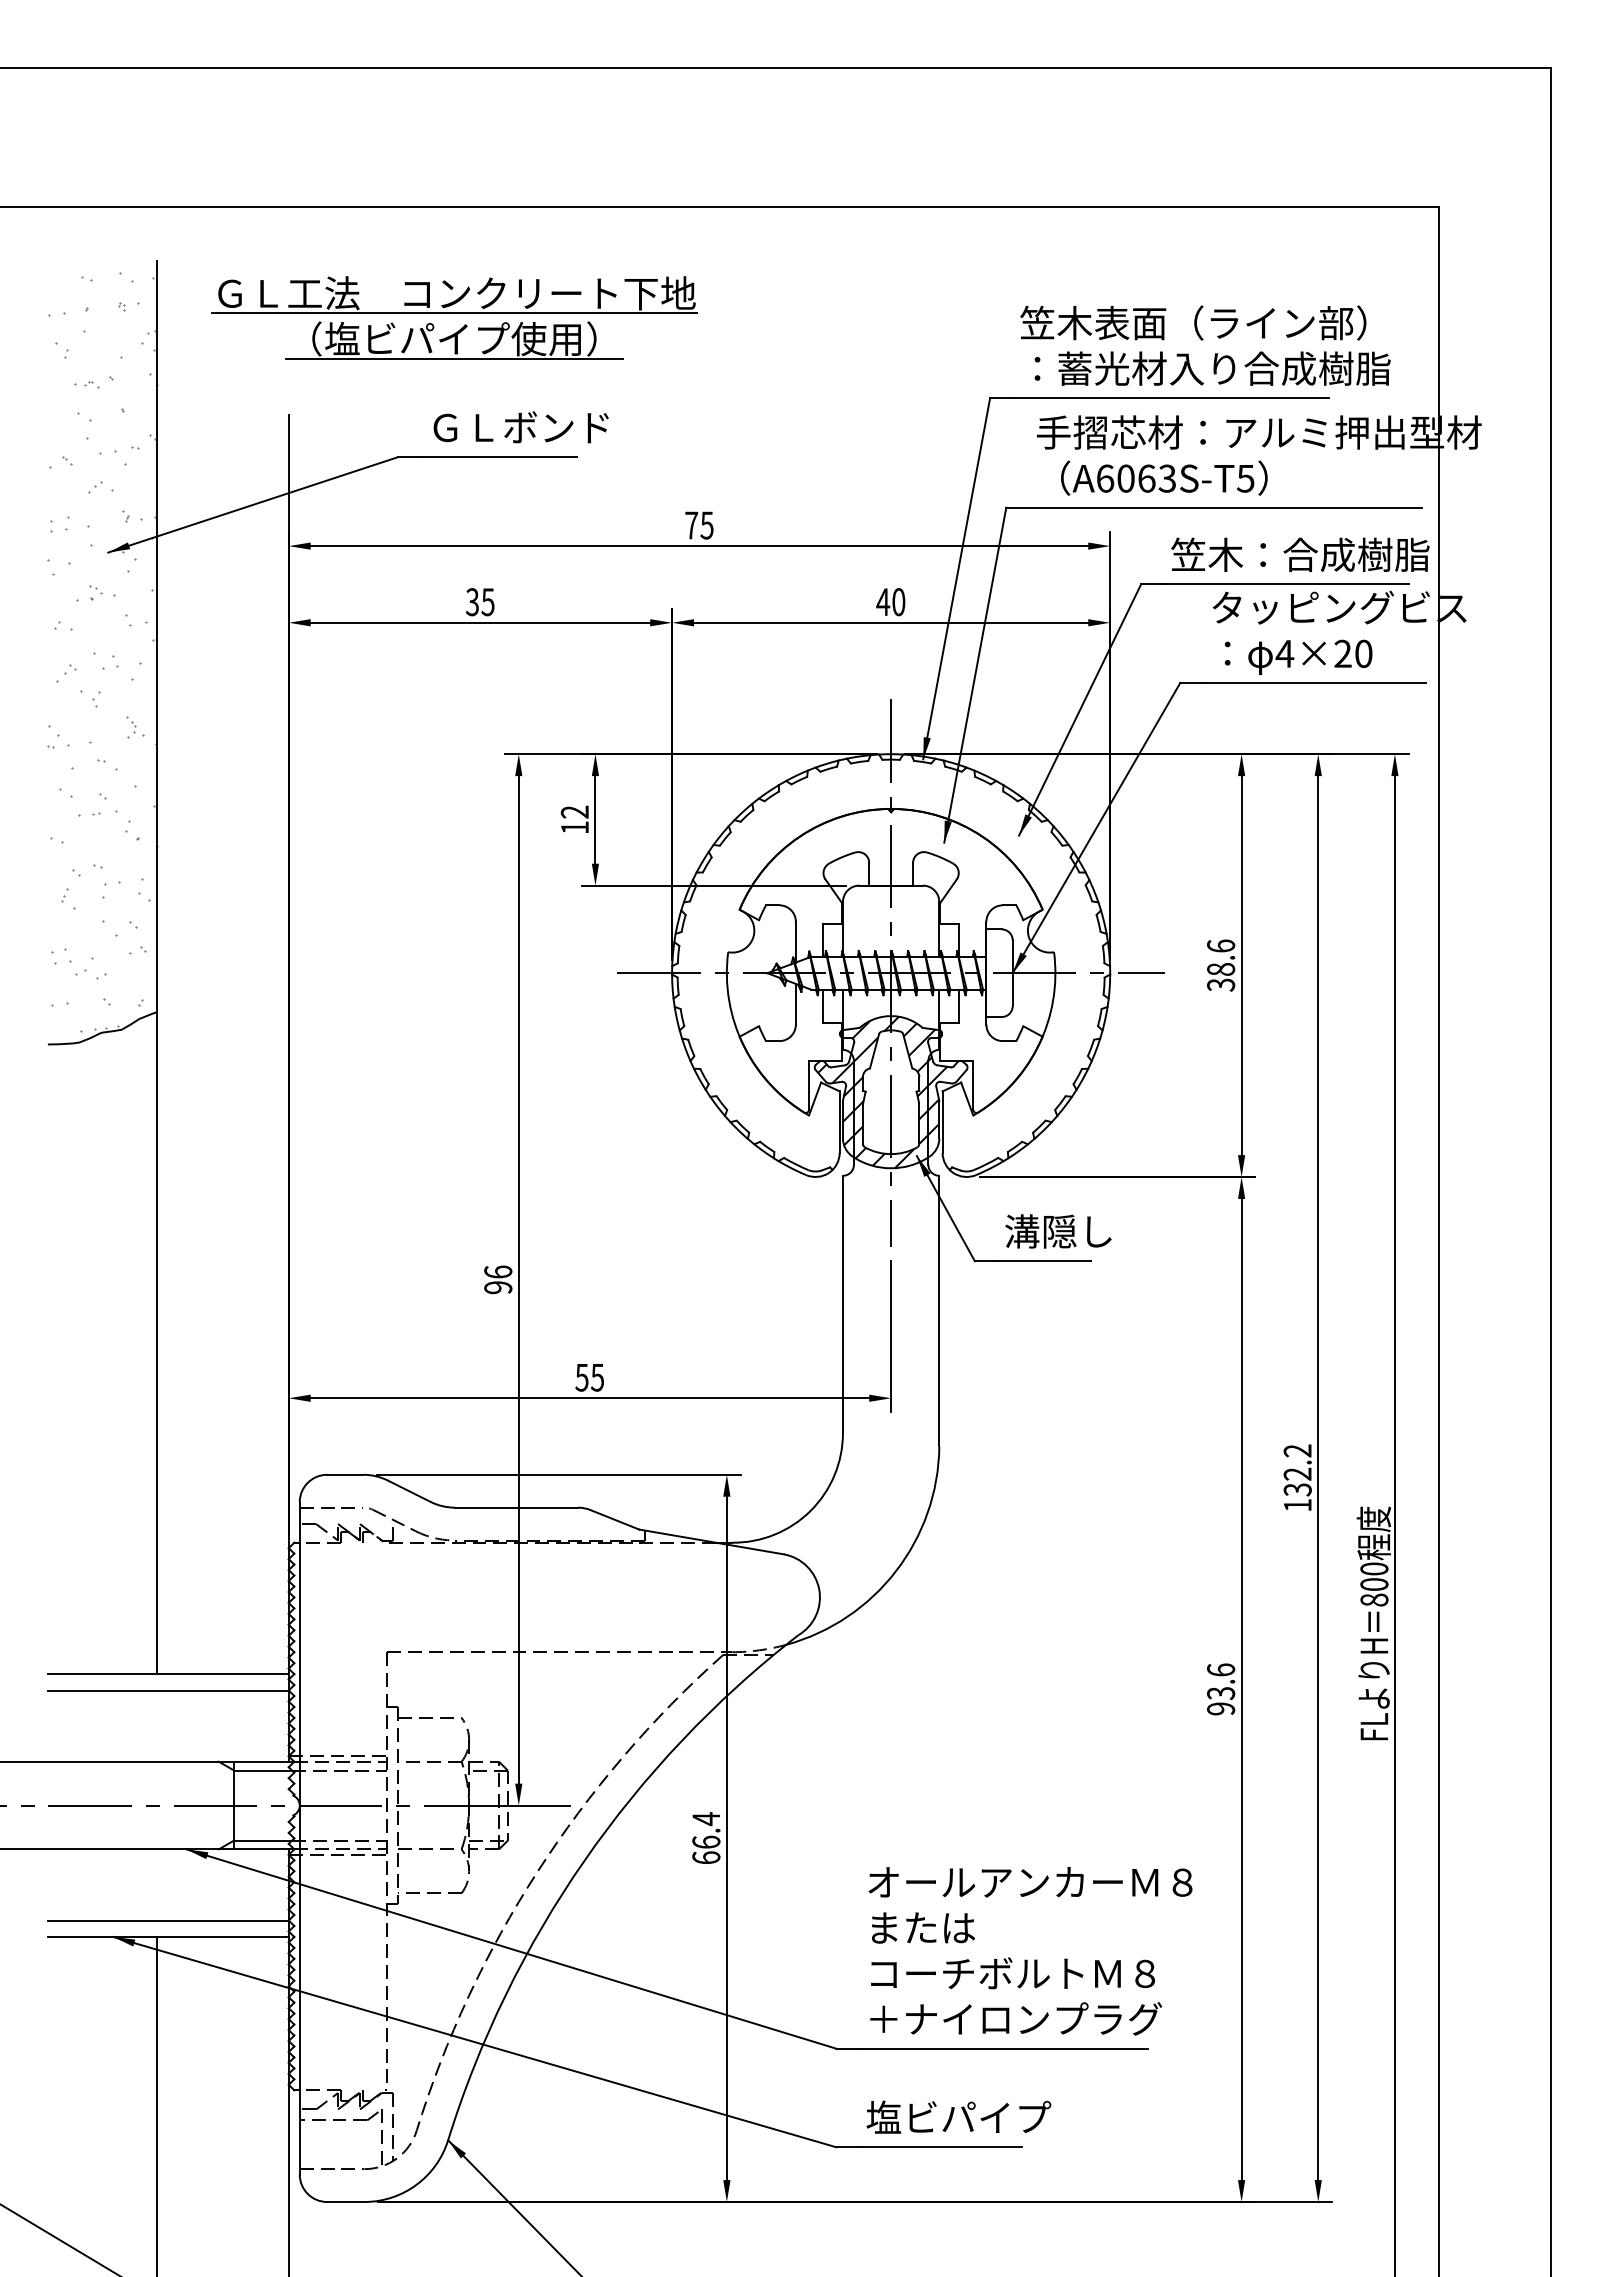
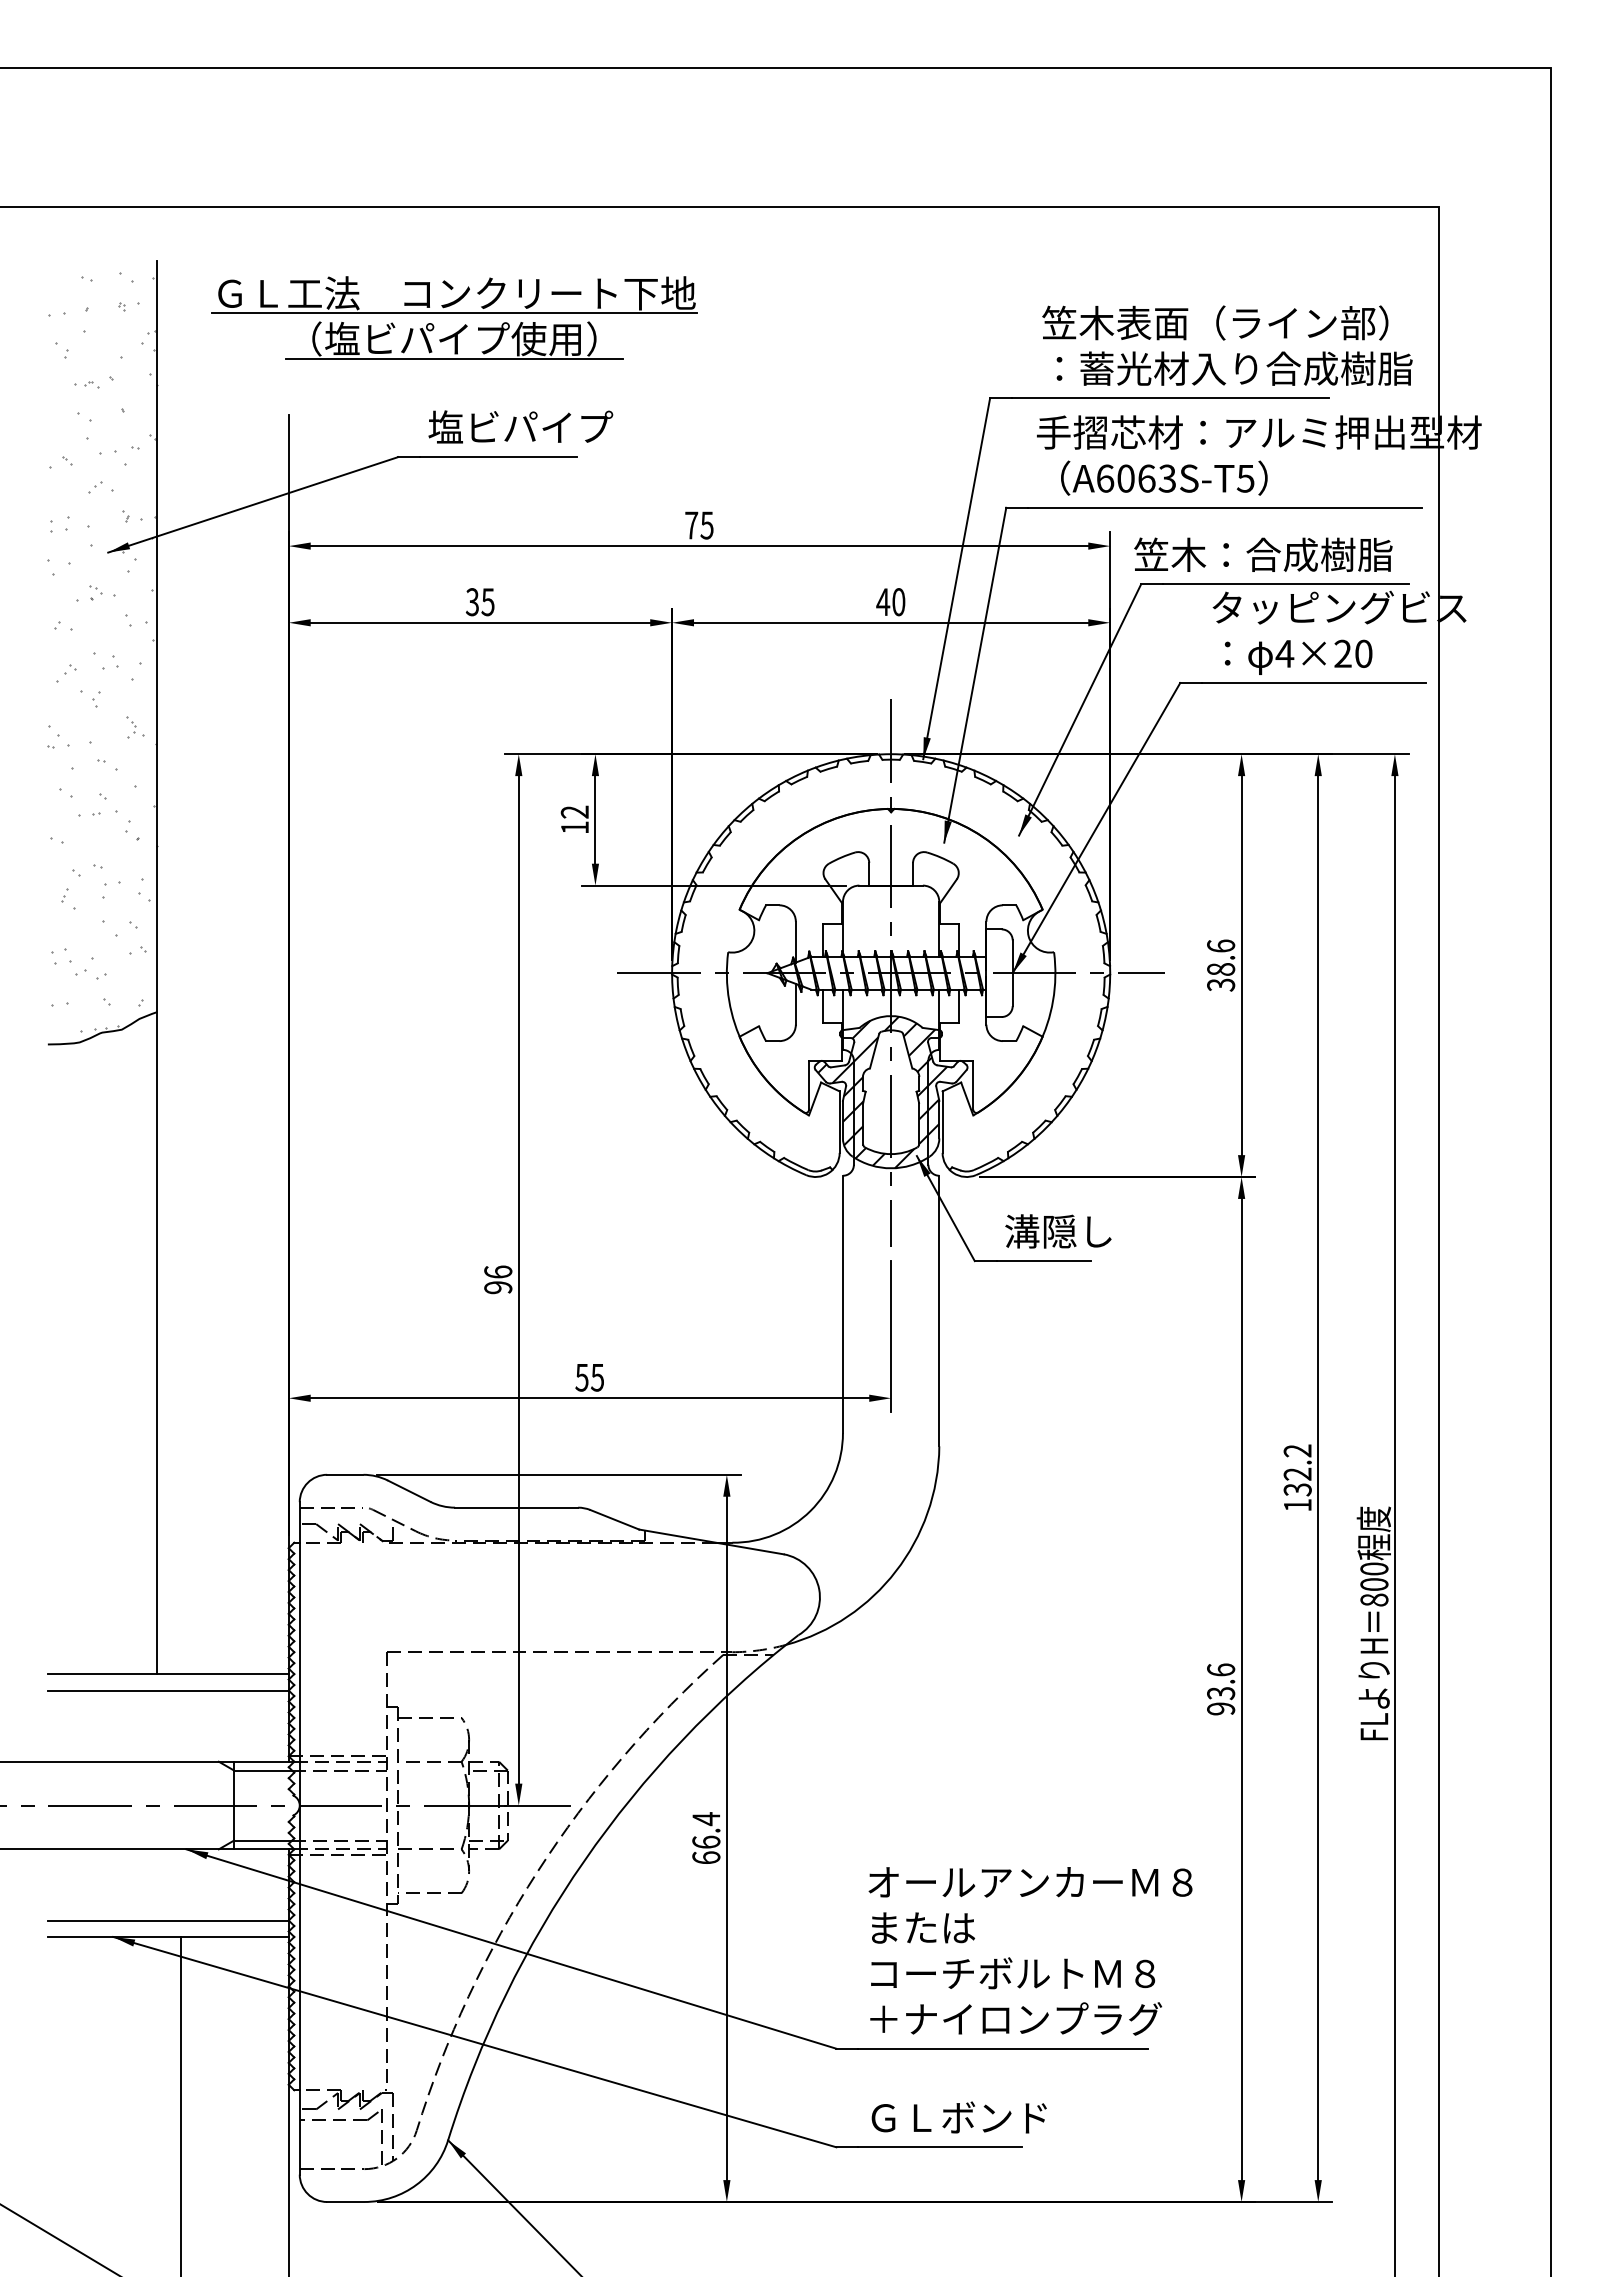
text at (1205, 345) position: (1205, 345) -> (1227, 345)
text at (520, 426): ＧＬボンド -> 塩ビパイプ
text at (1300, 554) position: (1300, 554) -> (1263, 554)
line at (157, 2104) position: (157, 2104) -> (181, 2104)
text at (958, 2116): 塩ビパイプ -> ＧＬボンド
